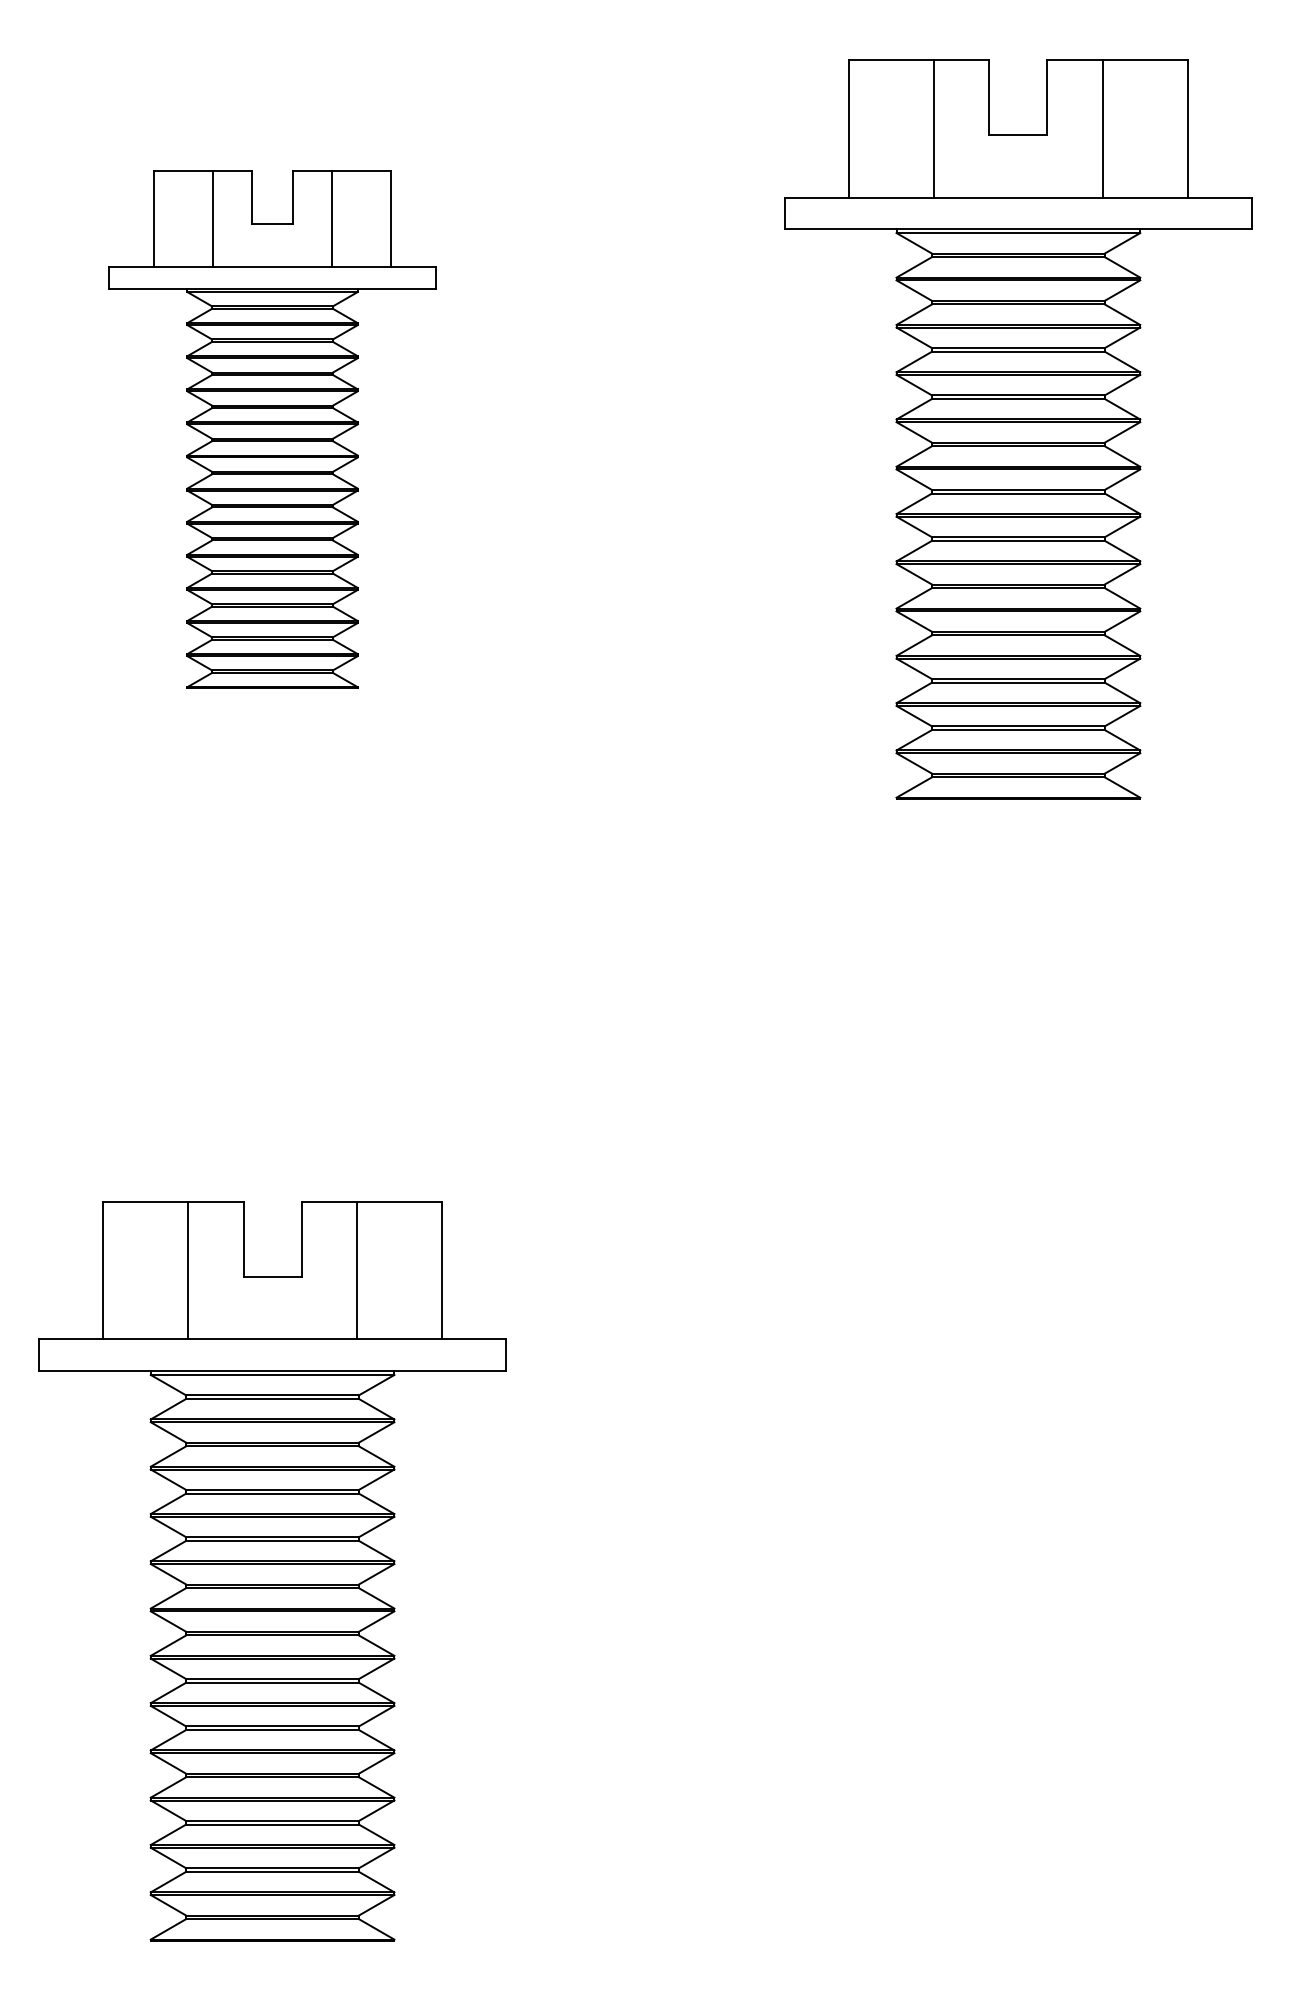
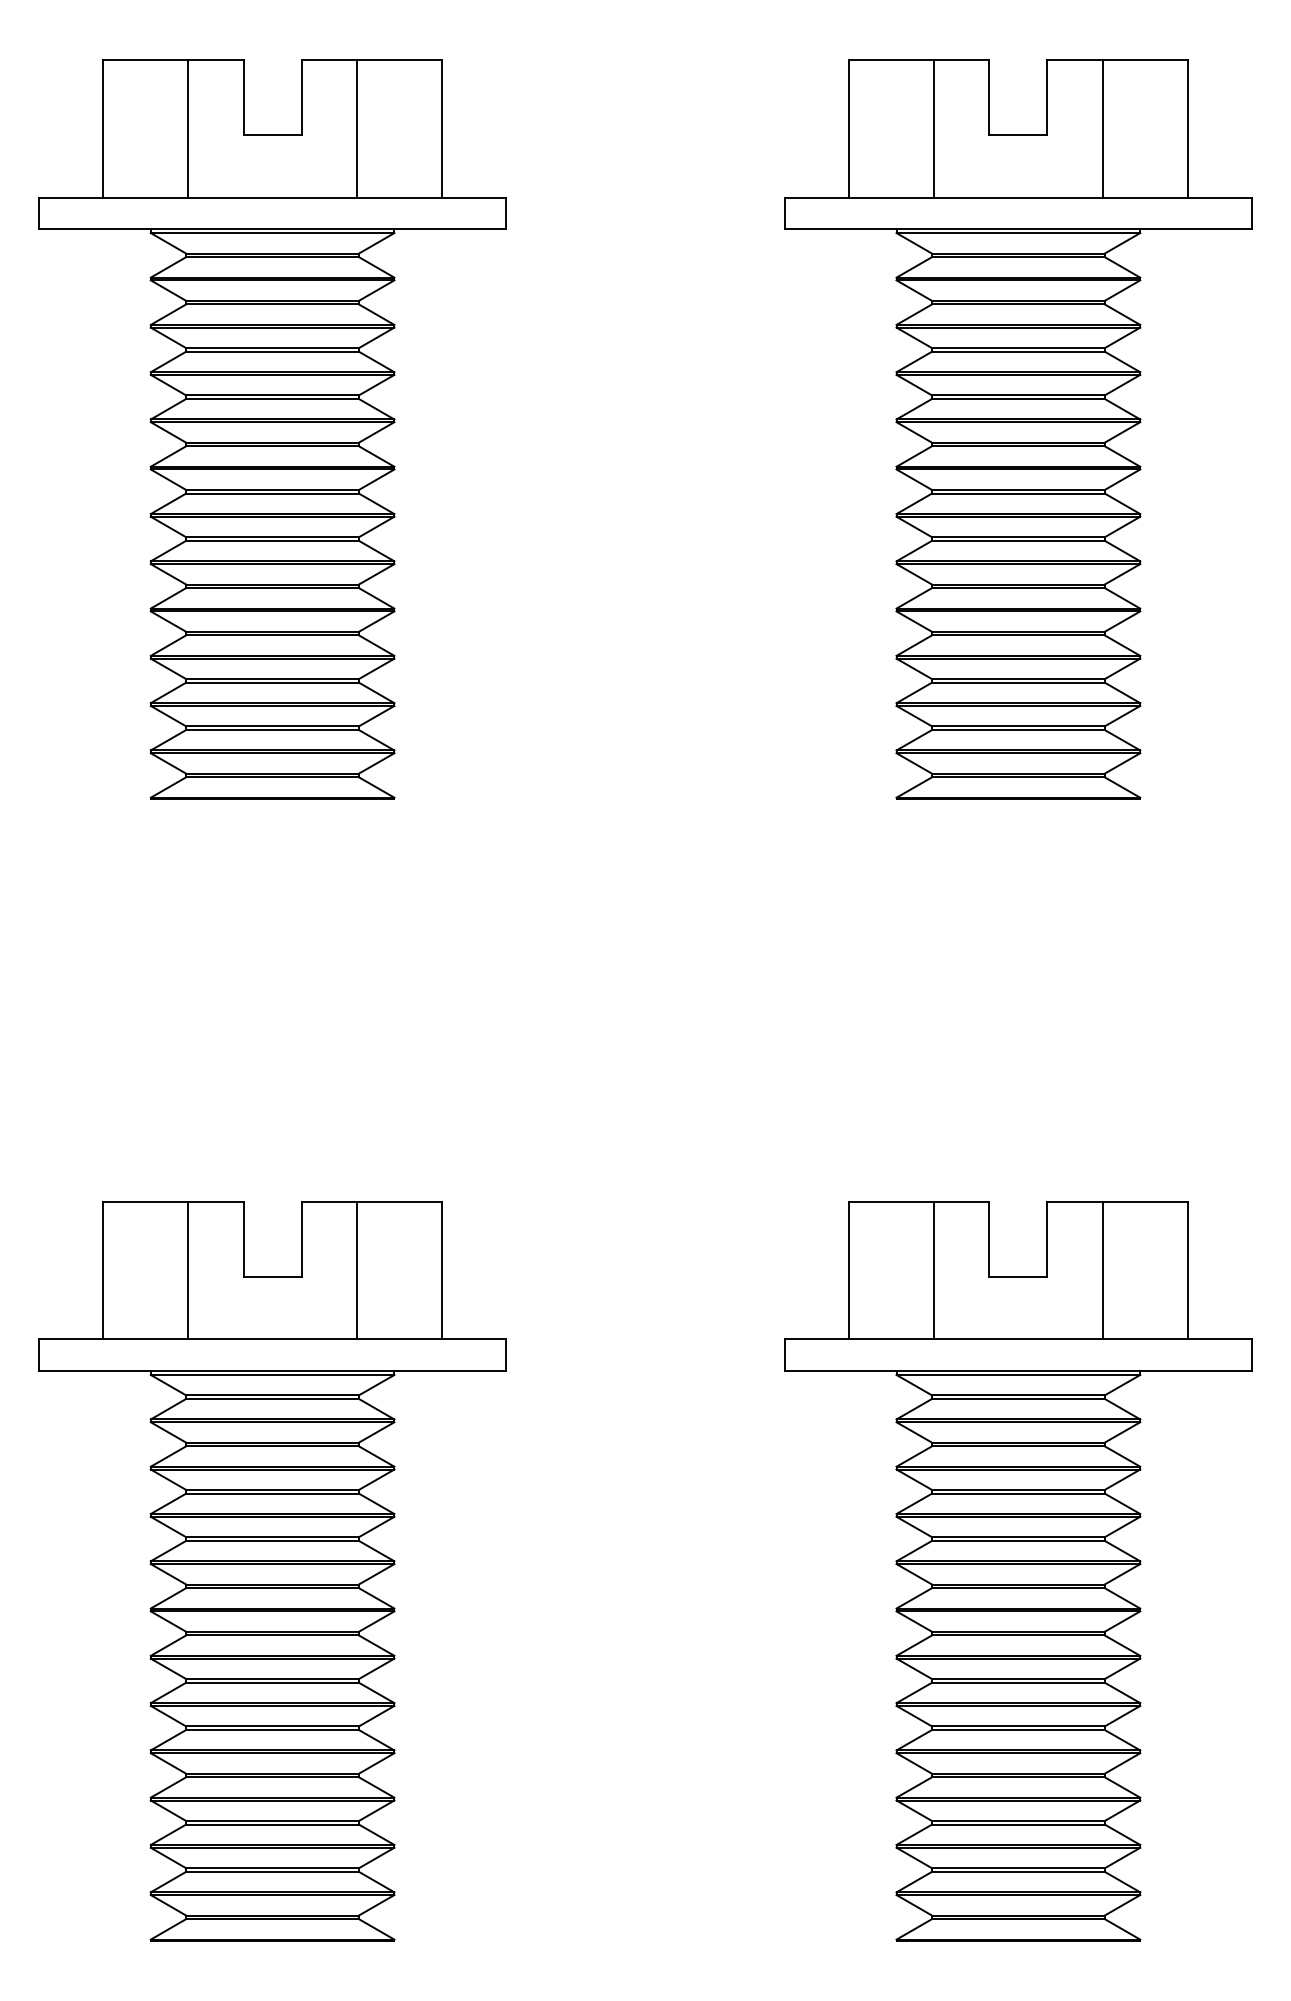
part at (272, 429) size: 329x519 px -> 469x741 px
part at (1018, 1571): none -> present
